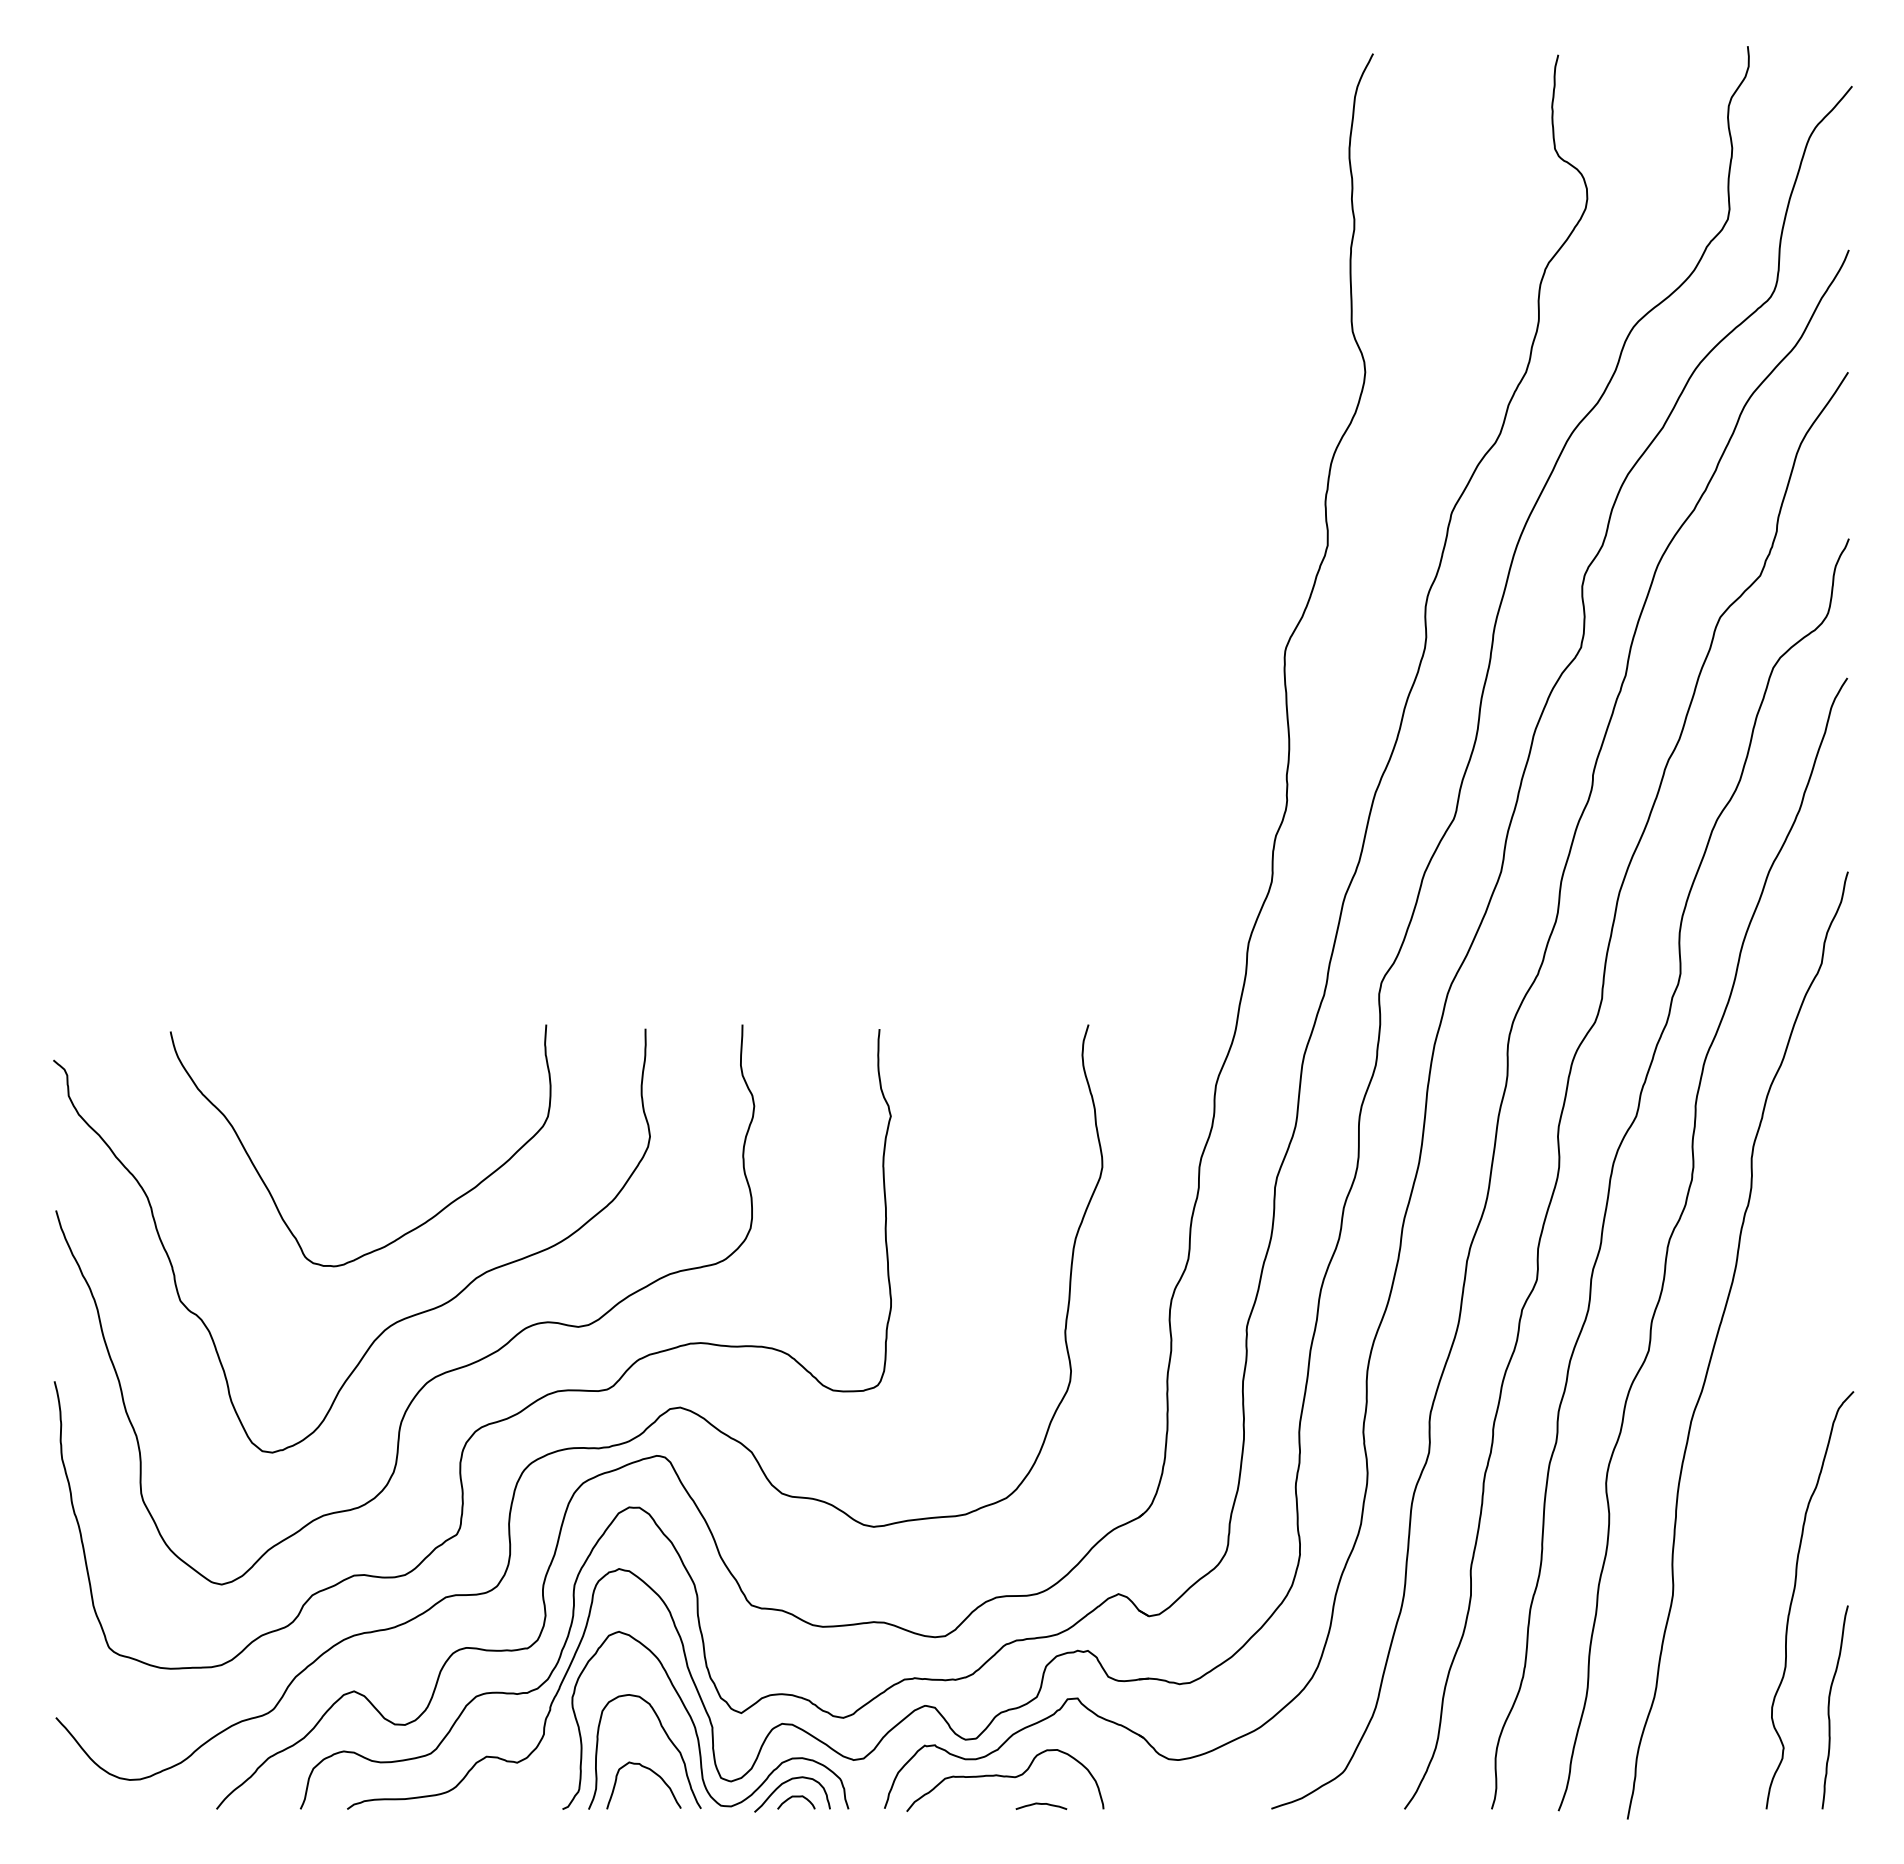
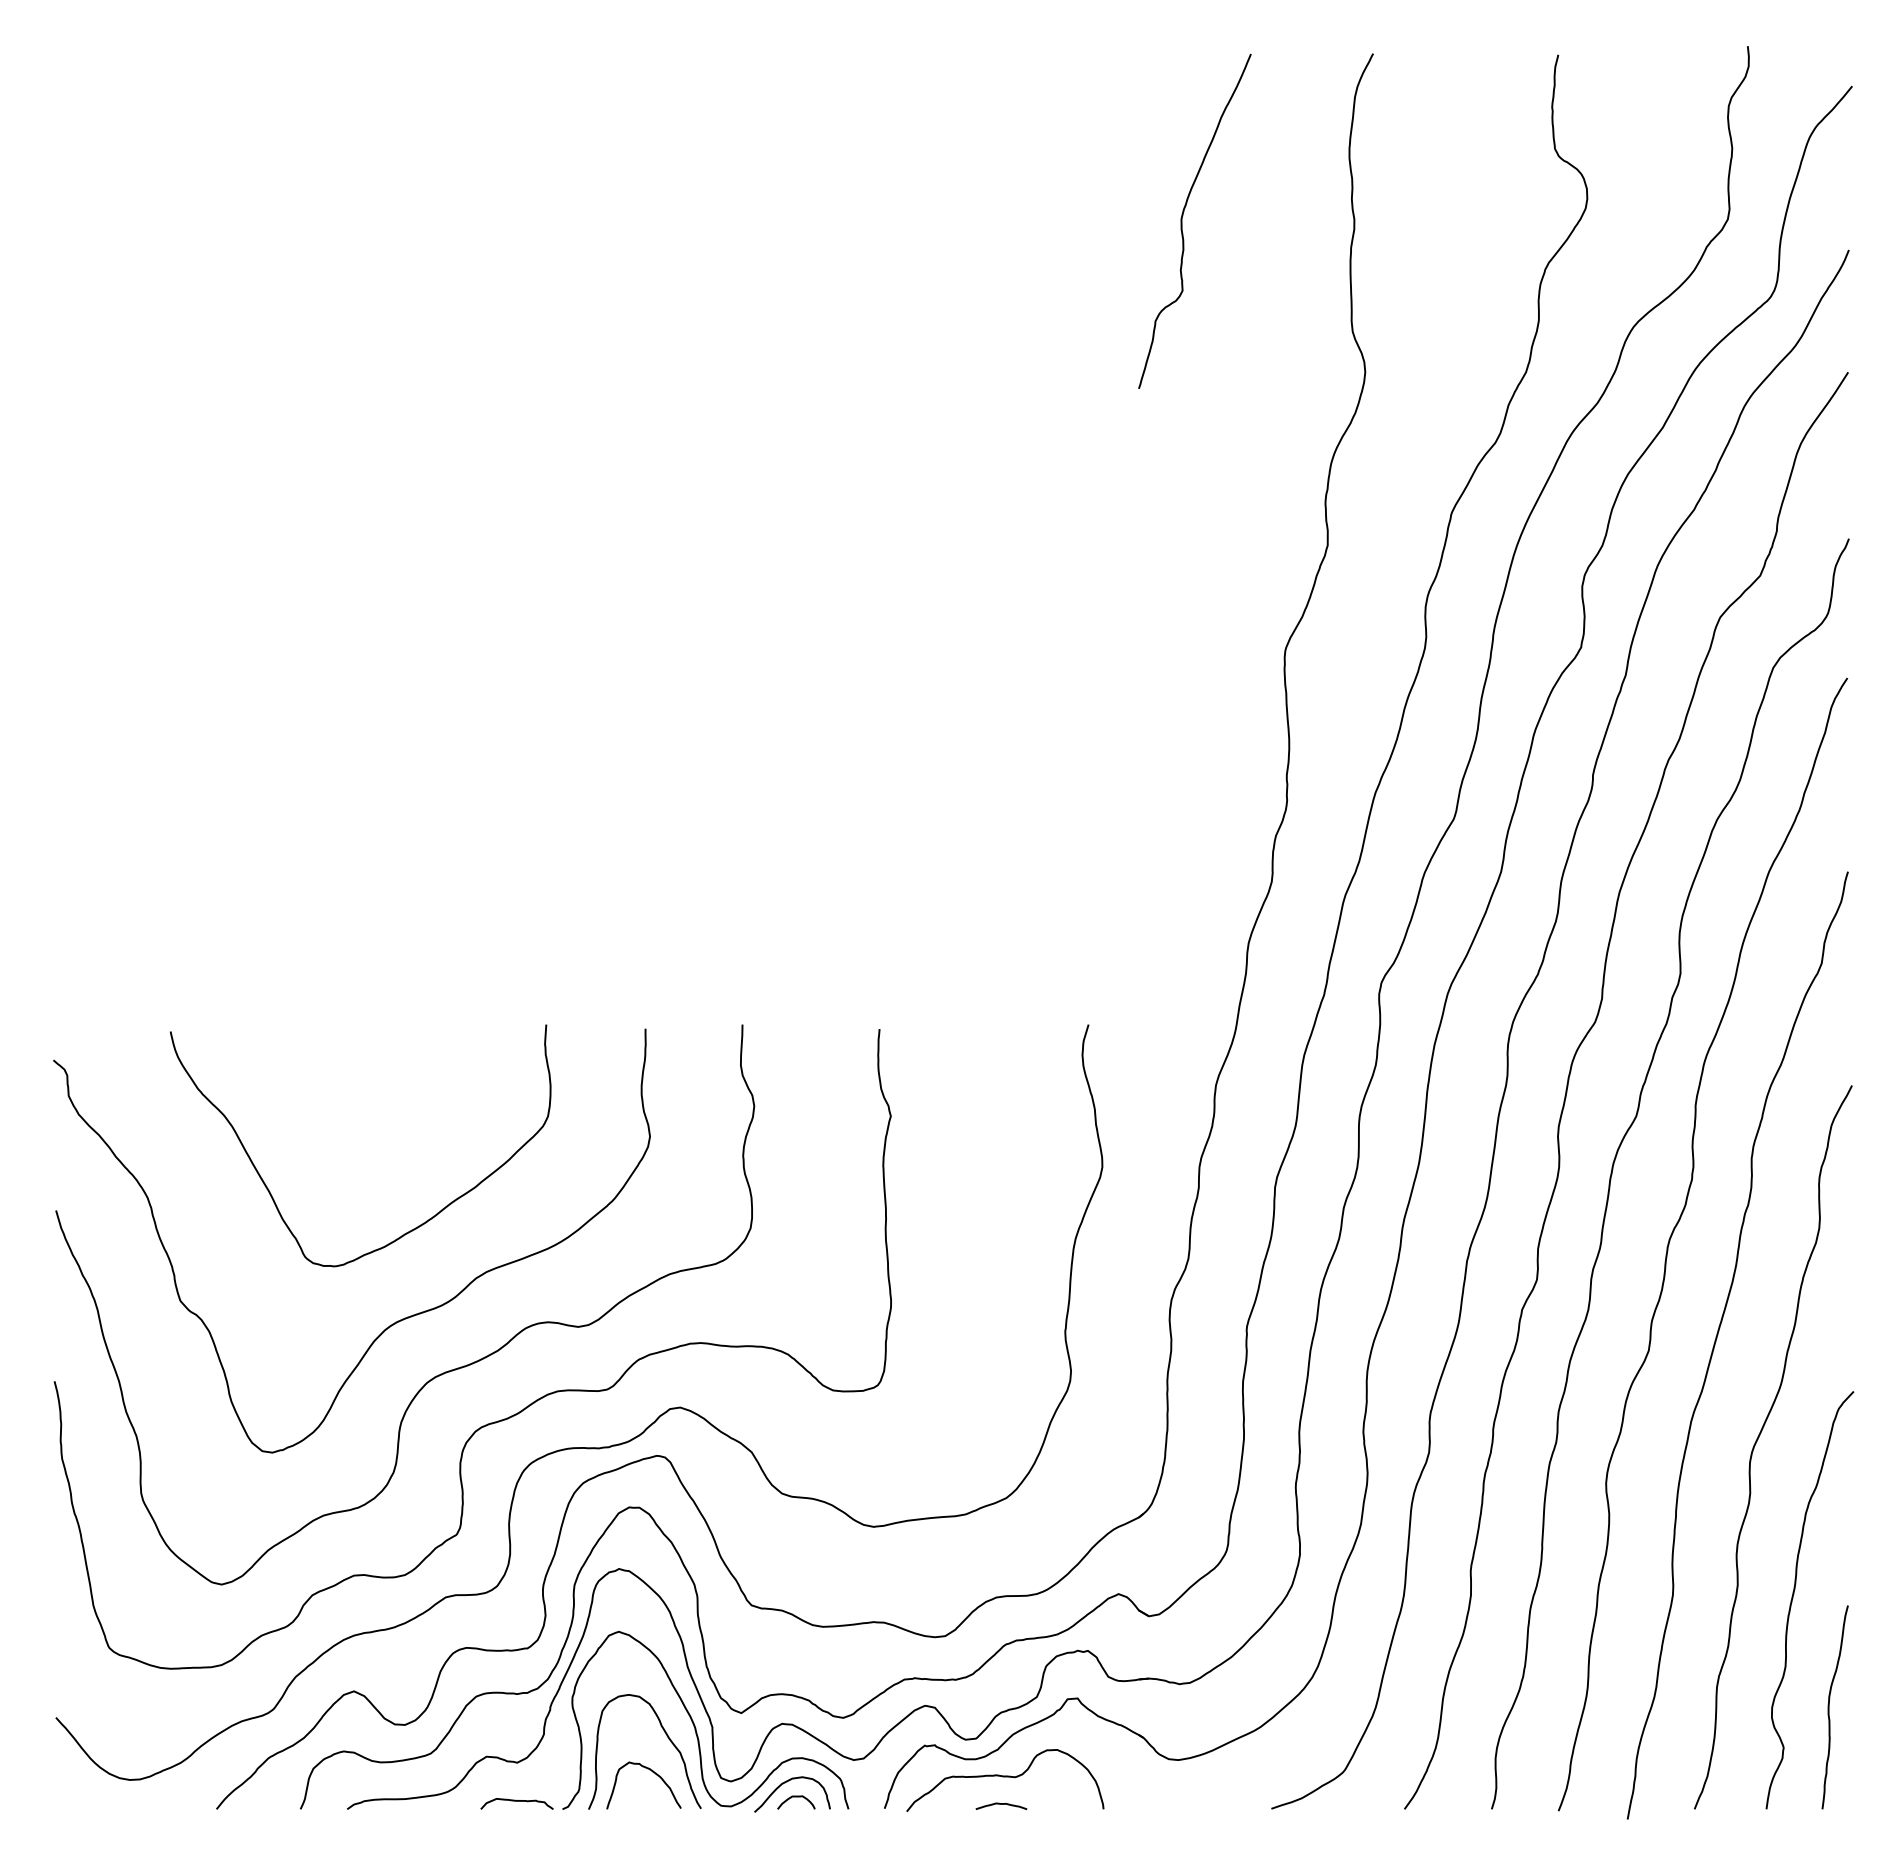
curve at (1182, 220): none -> present
curve at (1758, 1439): none -> present
curve at (516, 1801): none -> present
curve at (1041, 1804) position: (1041, 1804) -> (1001, 1804)
